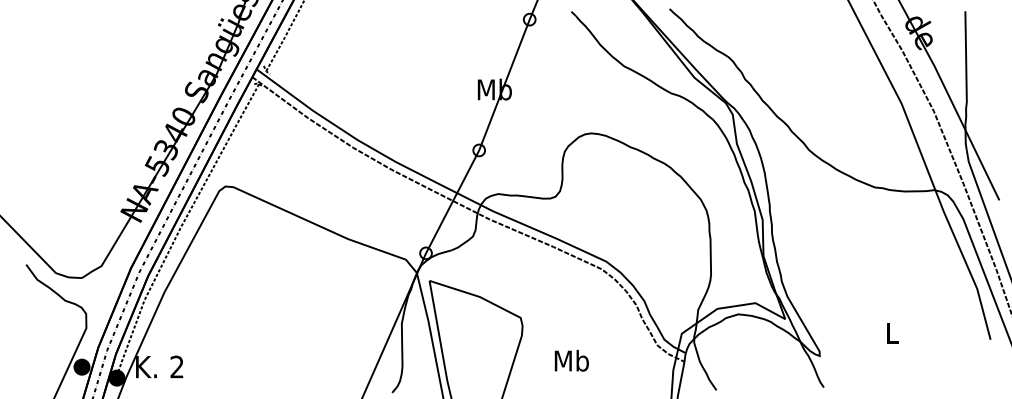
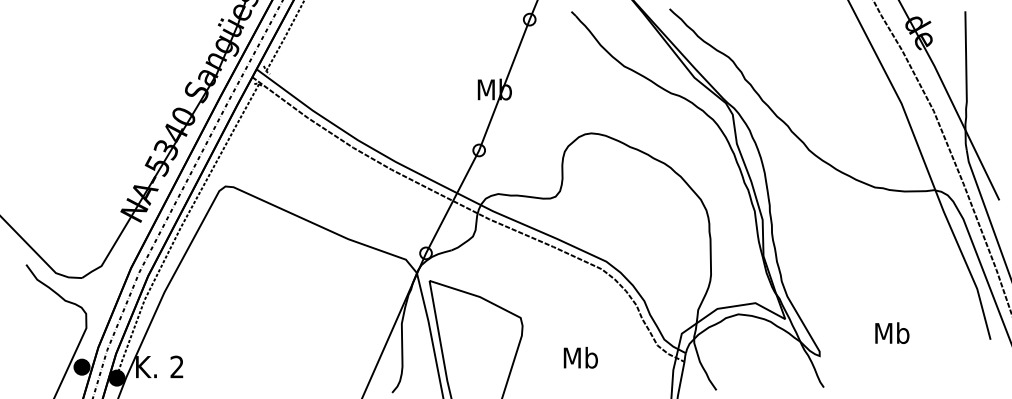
text at (892, 333): L -> Mb
text at (571, 360) position: (571, 360) -> (580, 357)
